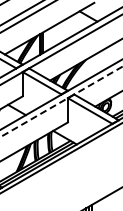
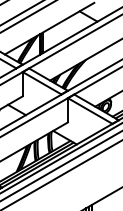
line at (61, 102): dashed -> solid
line at (60, 166): none -> present
line at (62, 174): none -> present
